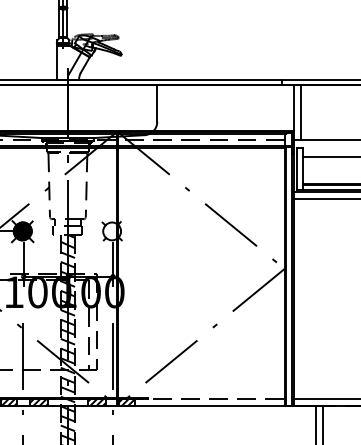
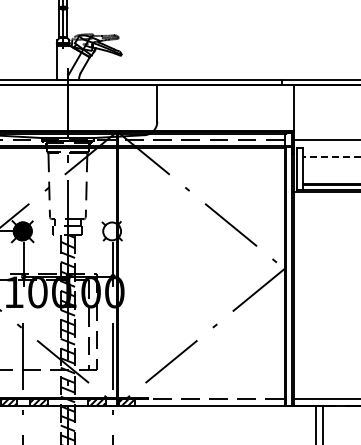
line at (301, 112): present -> none
line at (331, 156): solid -> dashed
line at (325, 198): present -> none
